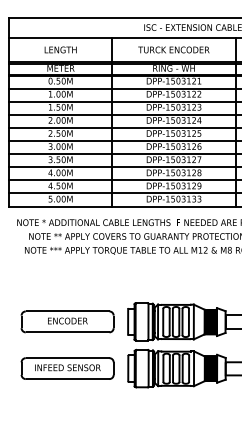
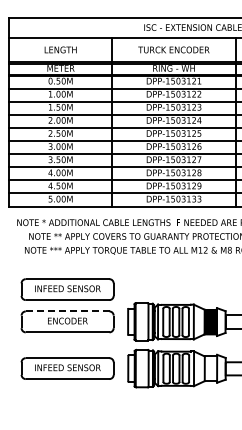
part at (67, 289): none -> present
line at (67, 311): solid -> dashed
hatch at (210, 368): present -> none
